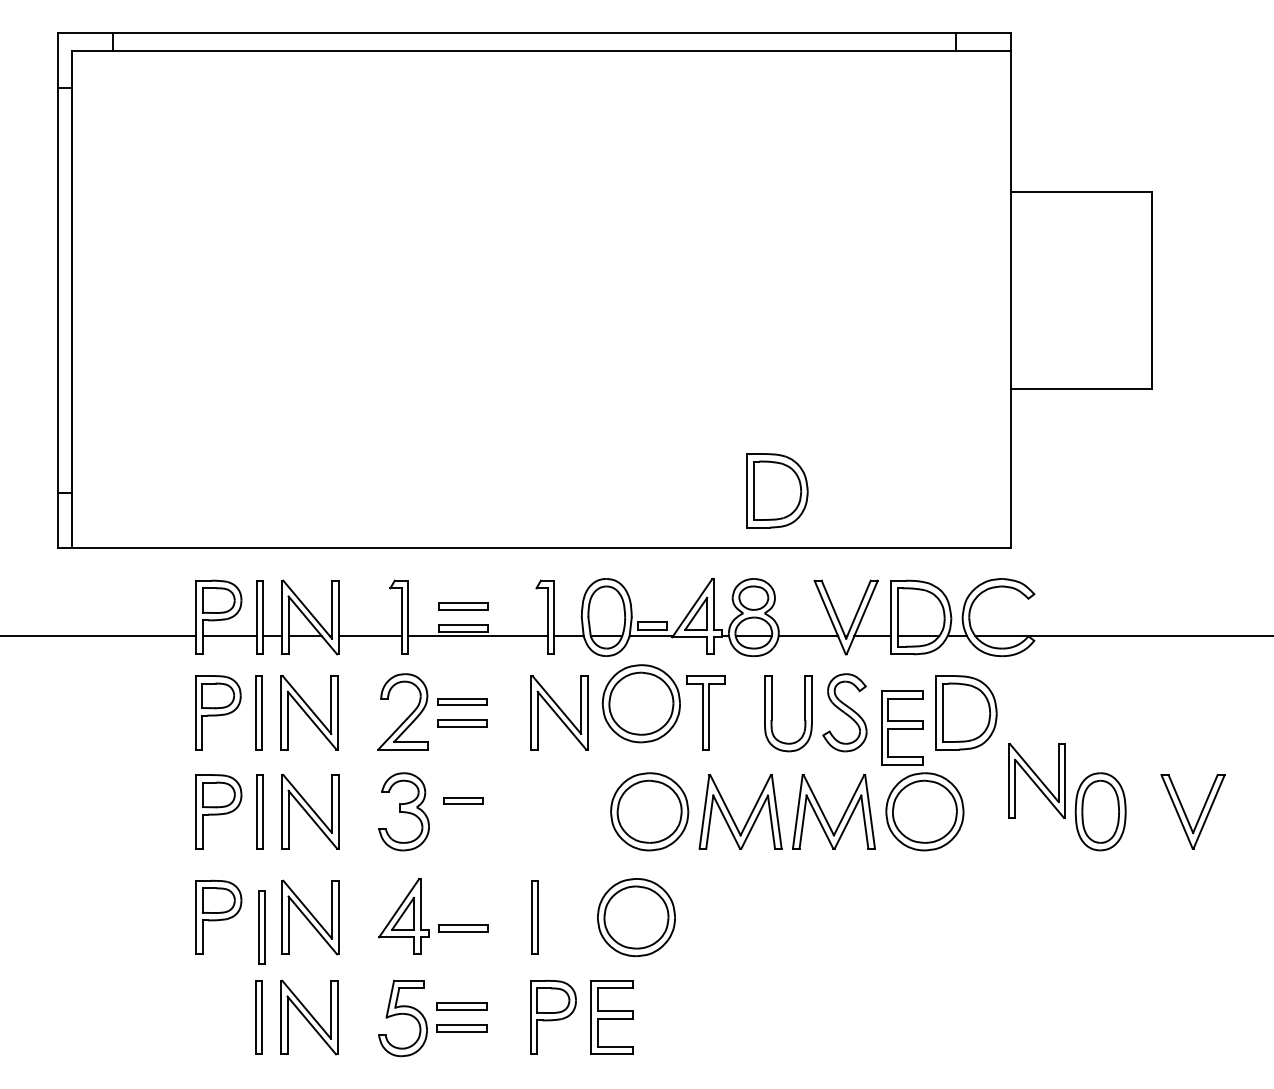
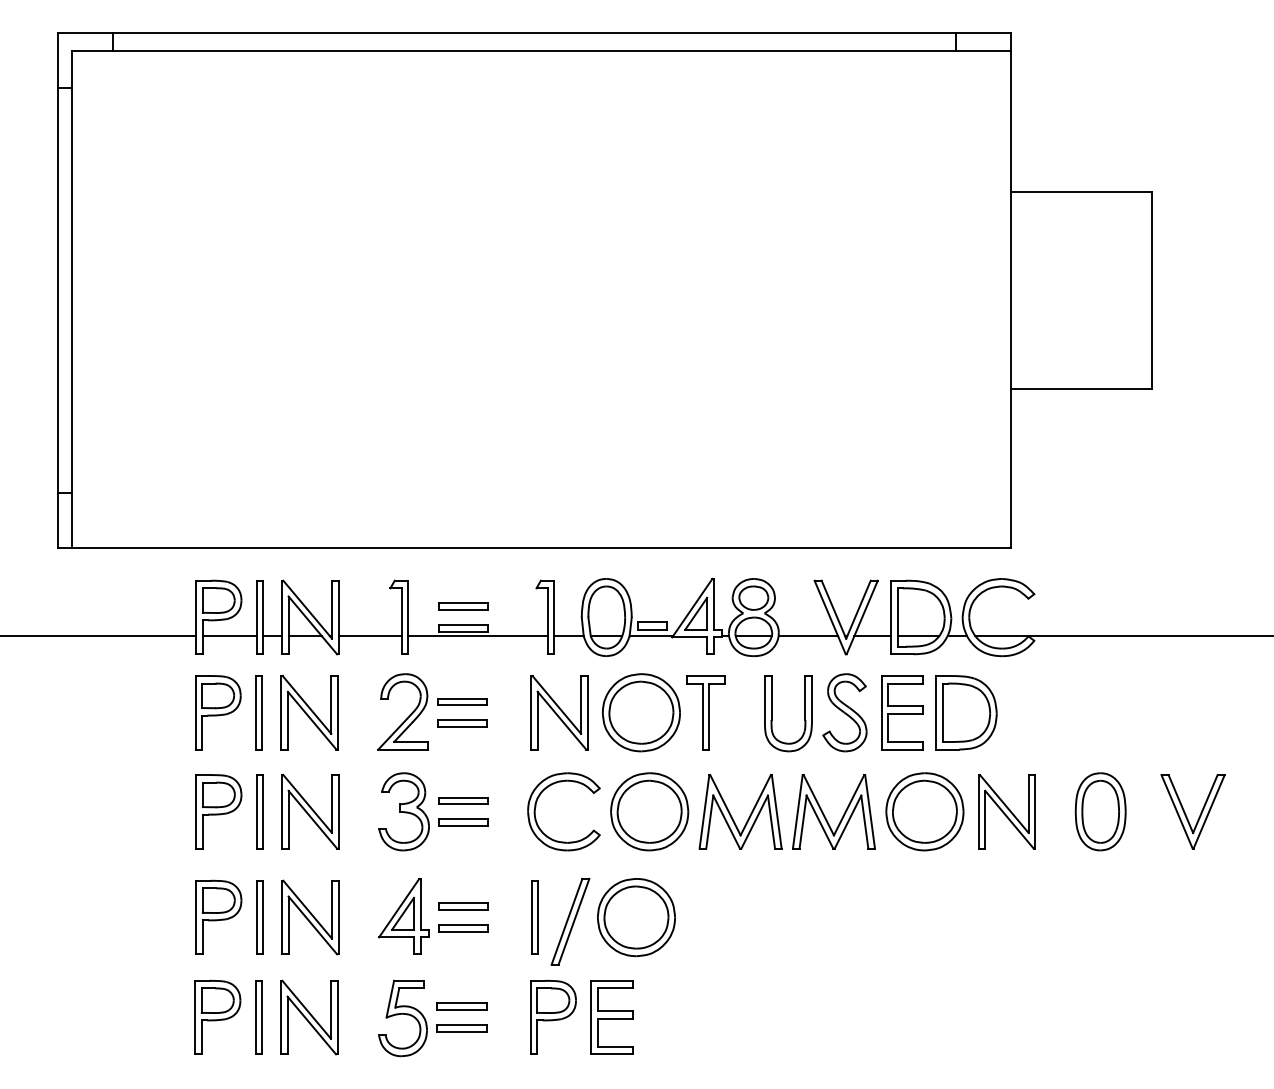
part at (777, 490): present -> none
part at (640, 703) position: (640, 703) -> (640, 712)
part at (902, 727) position: (902, 727) -> (902, 712)
part at (1036, 780) position: (1036, 780) -> (1006, 811)
part at (463, 800) size: 41x8 px -> 51x8 px
part at (536, 807): none -> present
part at (463, 822): none -> present
part at (463, 906): none -> present
part at (570, 921): none -> present
part at (261, 927) position: (261, 927) -> (259, 917)
part at (217, 1016): none -> present
